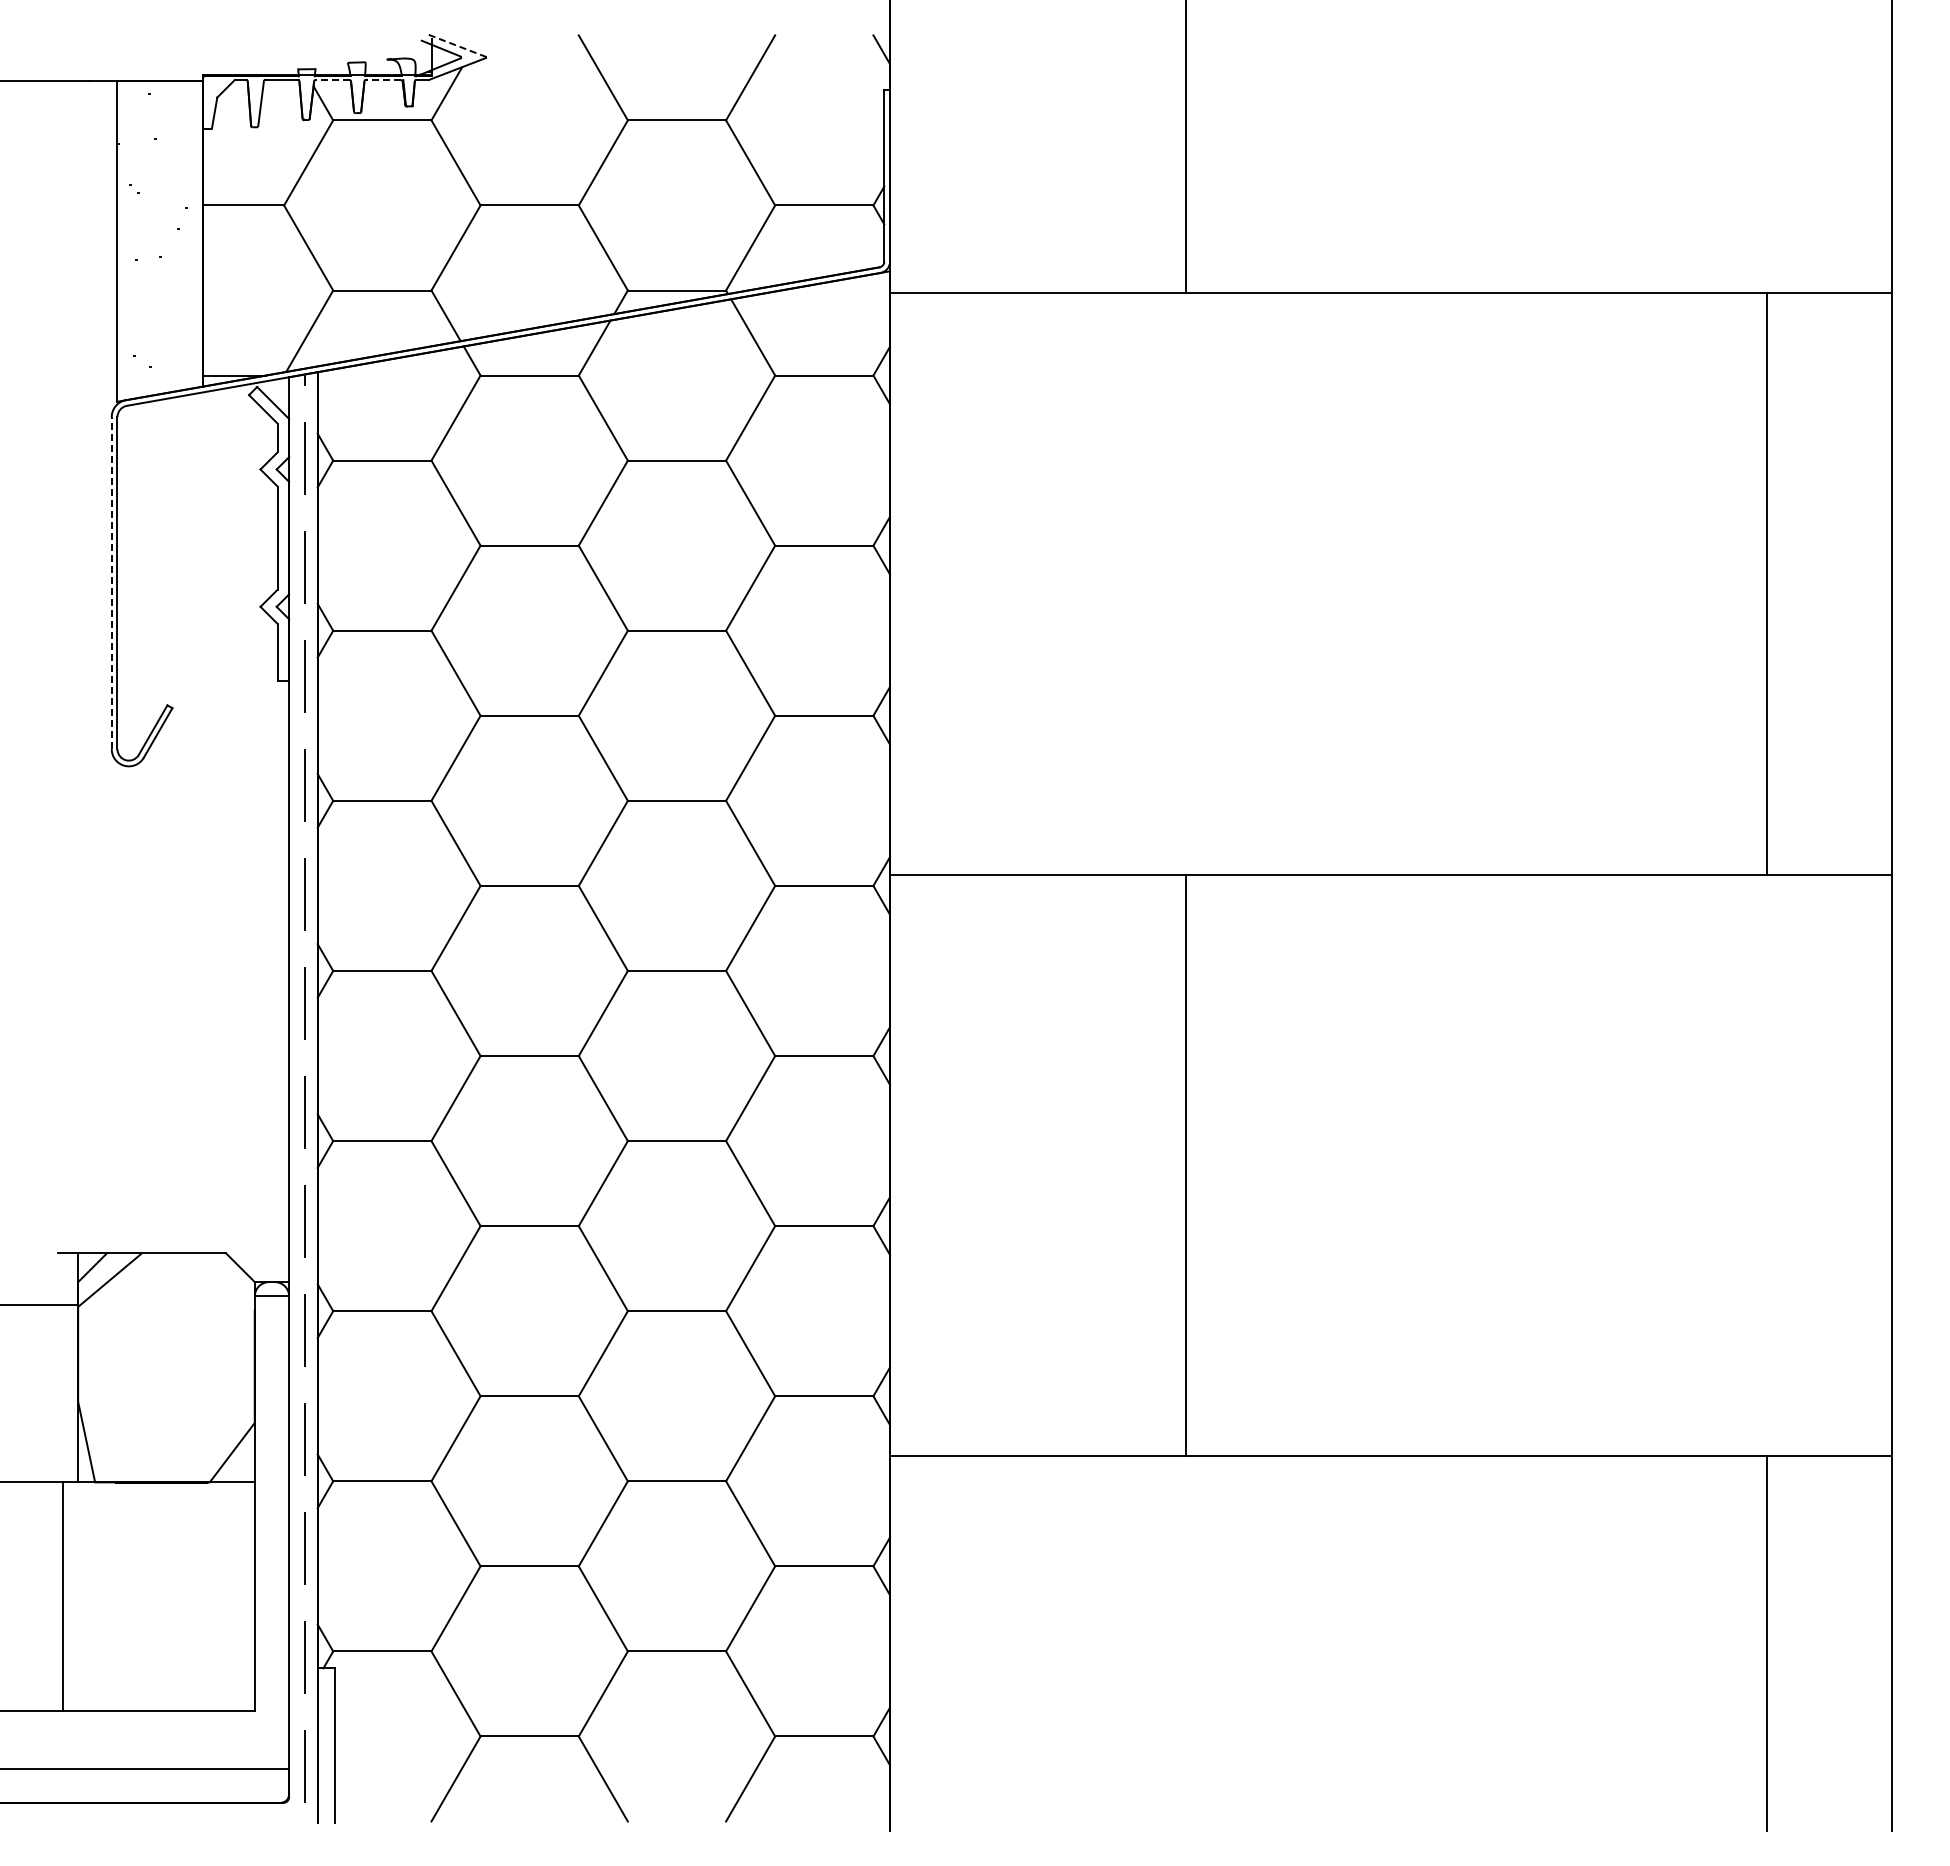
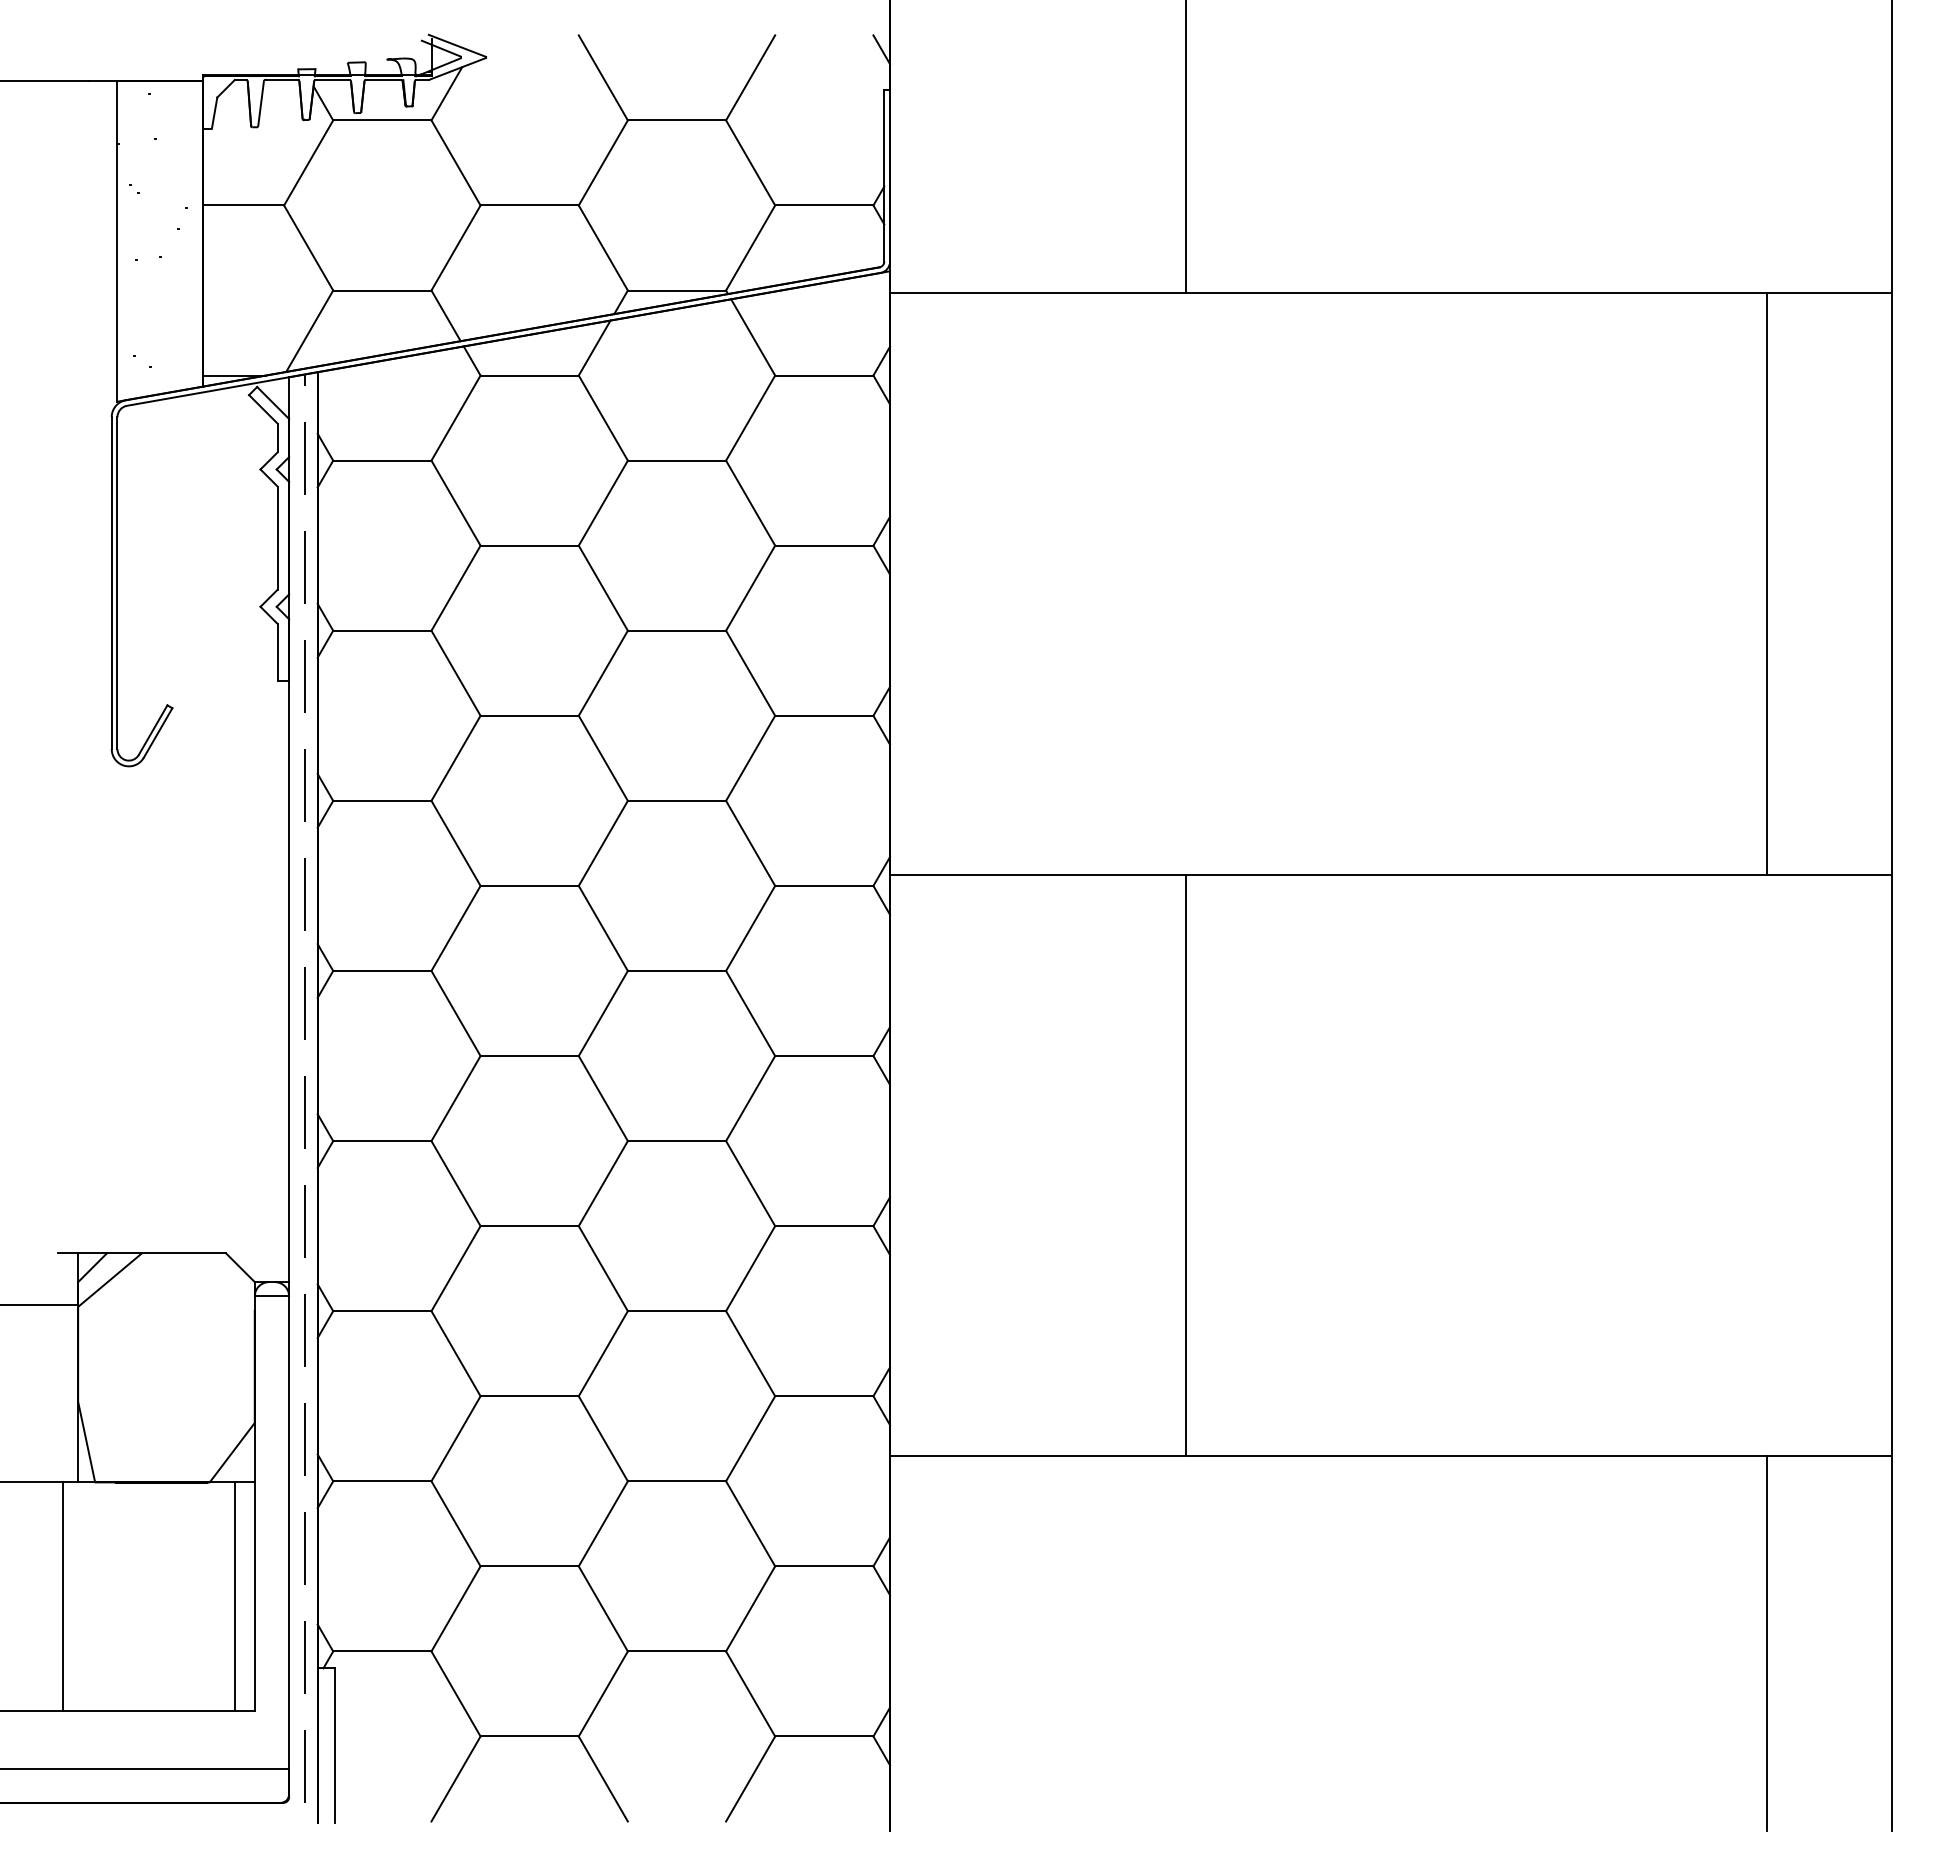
line at (457, 45): dashed -> solid
line at (332, 80): dashed -> solid
line at (383, 80): dashed -> solid
line at (111, 582): dashed -> solid
line at (235, 1596): none -> present
